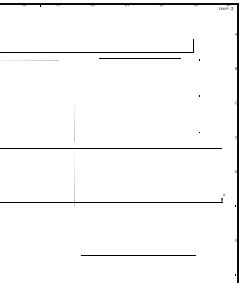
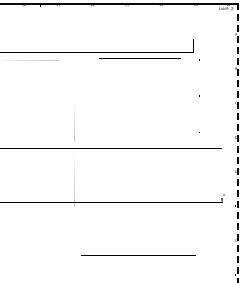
line at (237, 142): solid -> dashed
